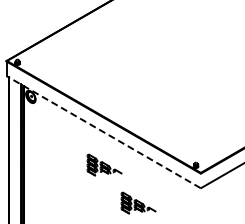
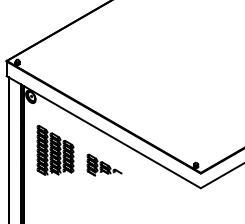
line at (103, 132): dashed -> solid
part at (55, 150): none -> present
part at (138, 202): present -> none
